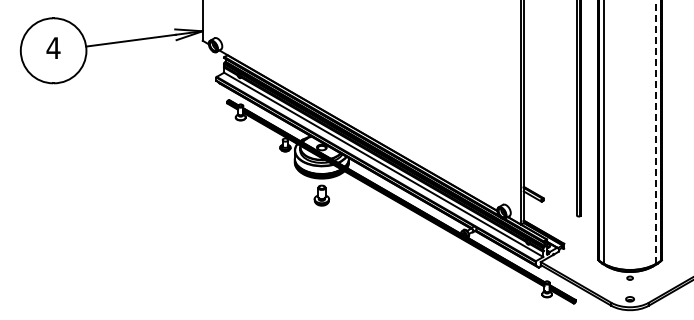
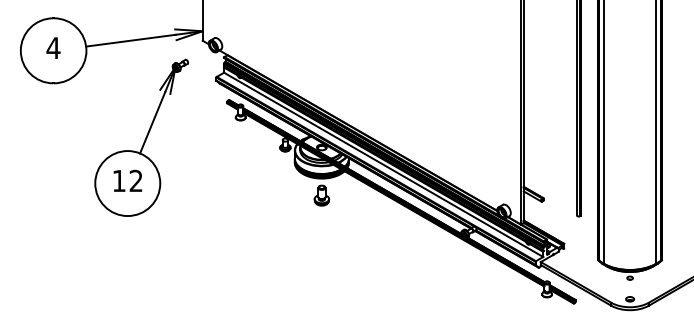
line at (656, 131): dashed -> solid
part at (141, 137): none -> present
